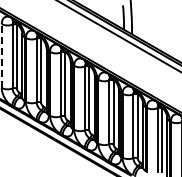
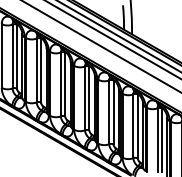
line at (113, 39): none -> present
line at (101, 46): none -> present
line at (1, 56): dashed -> solid
